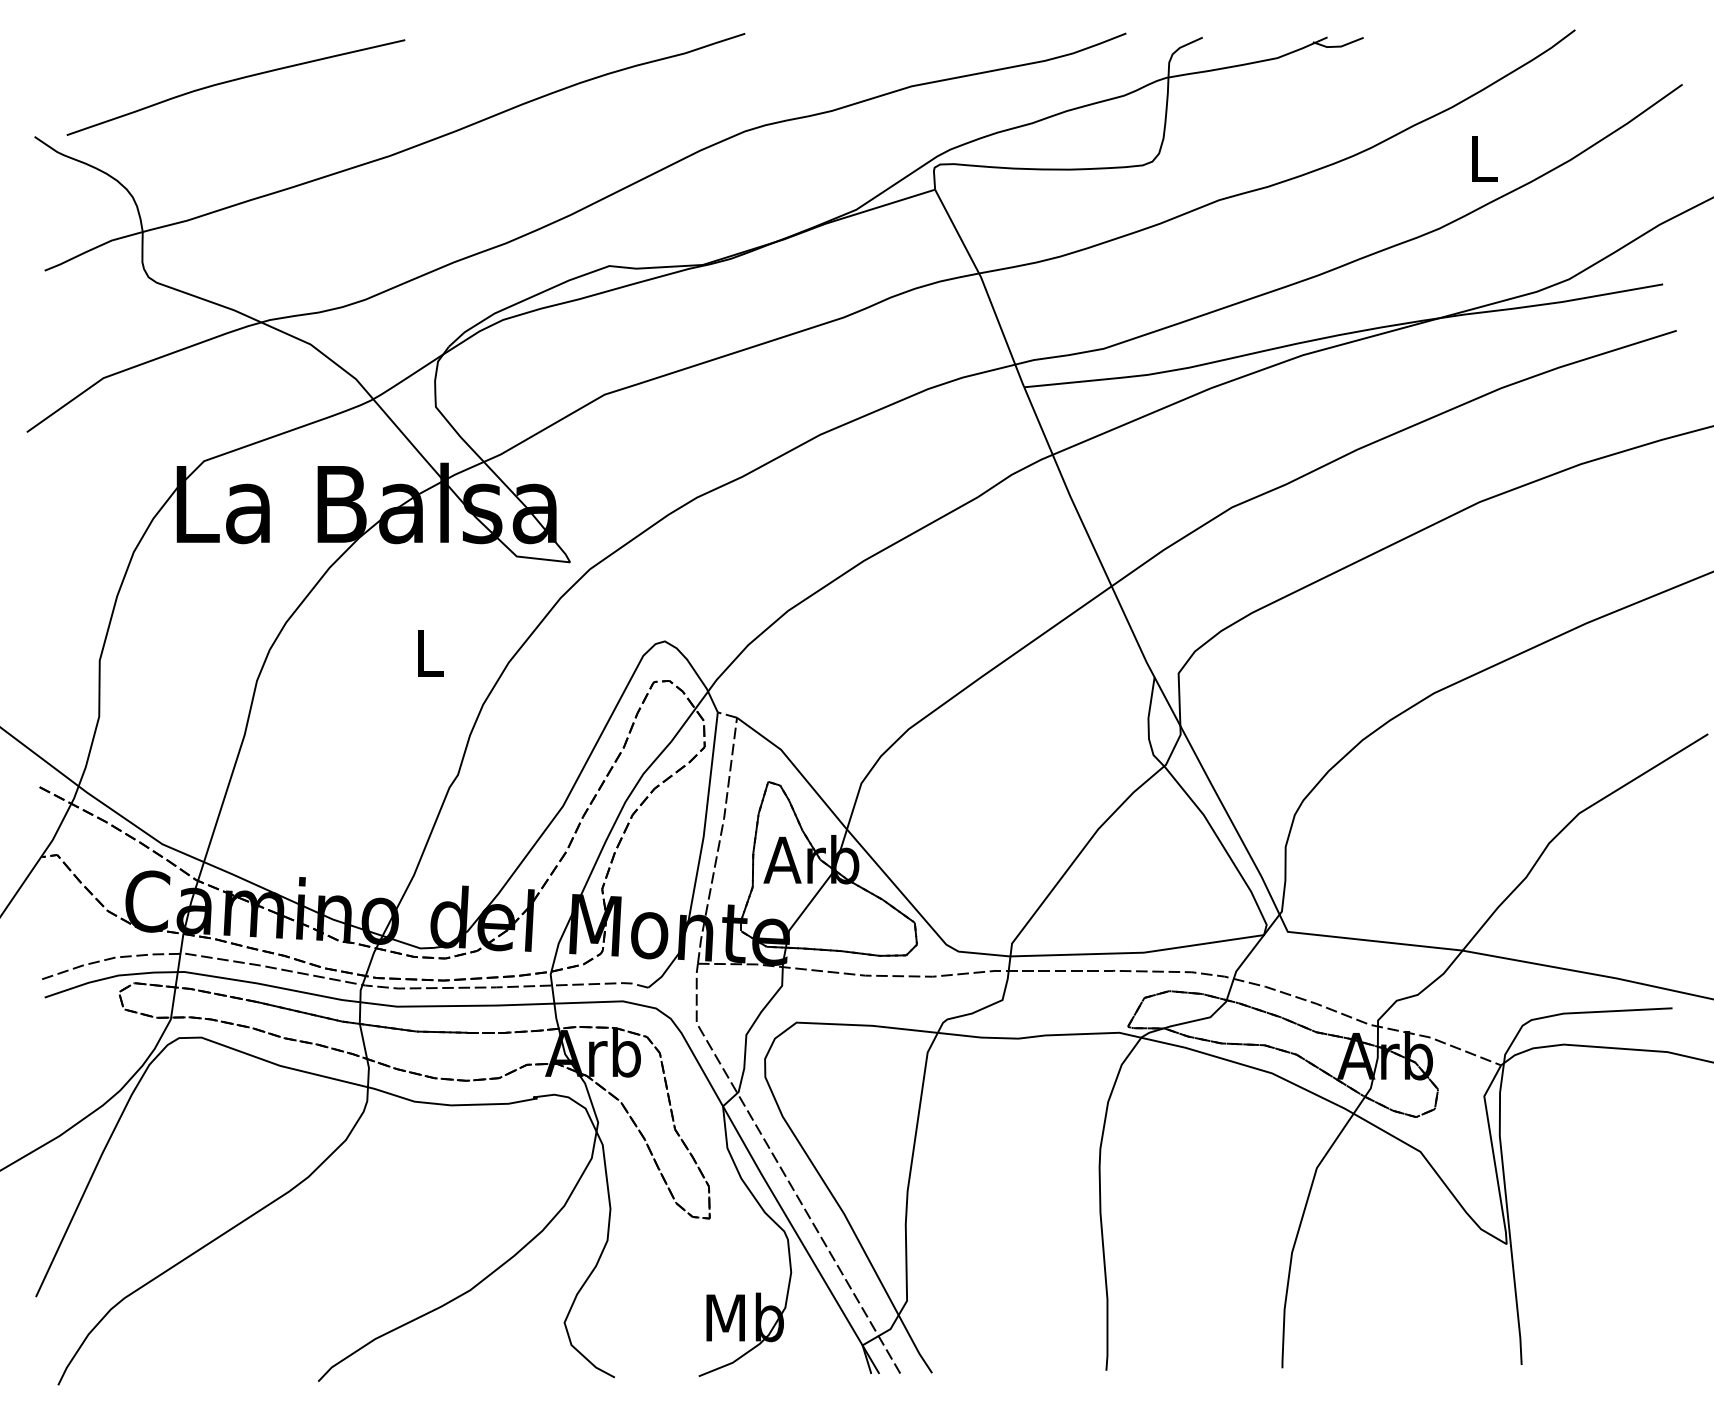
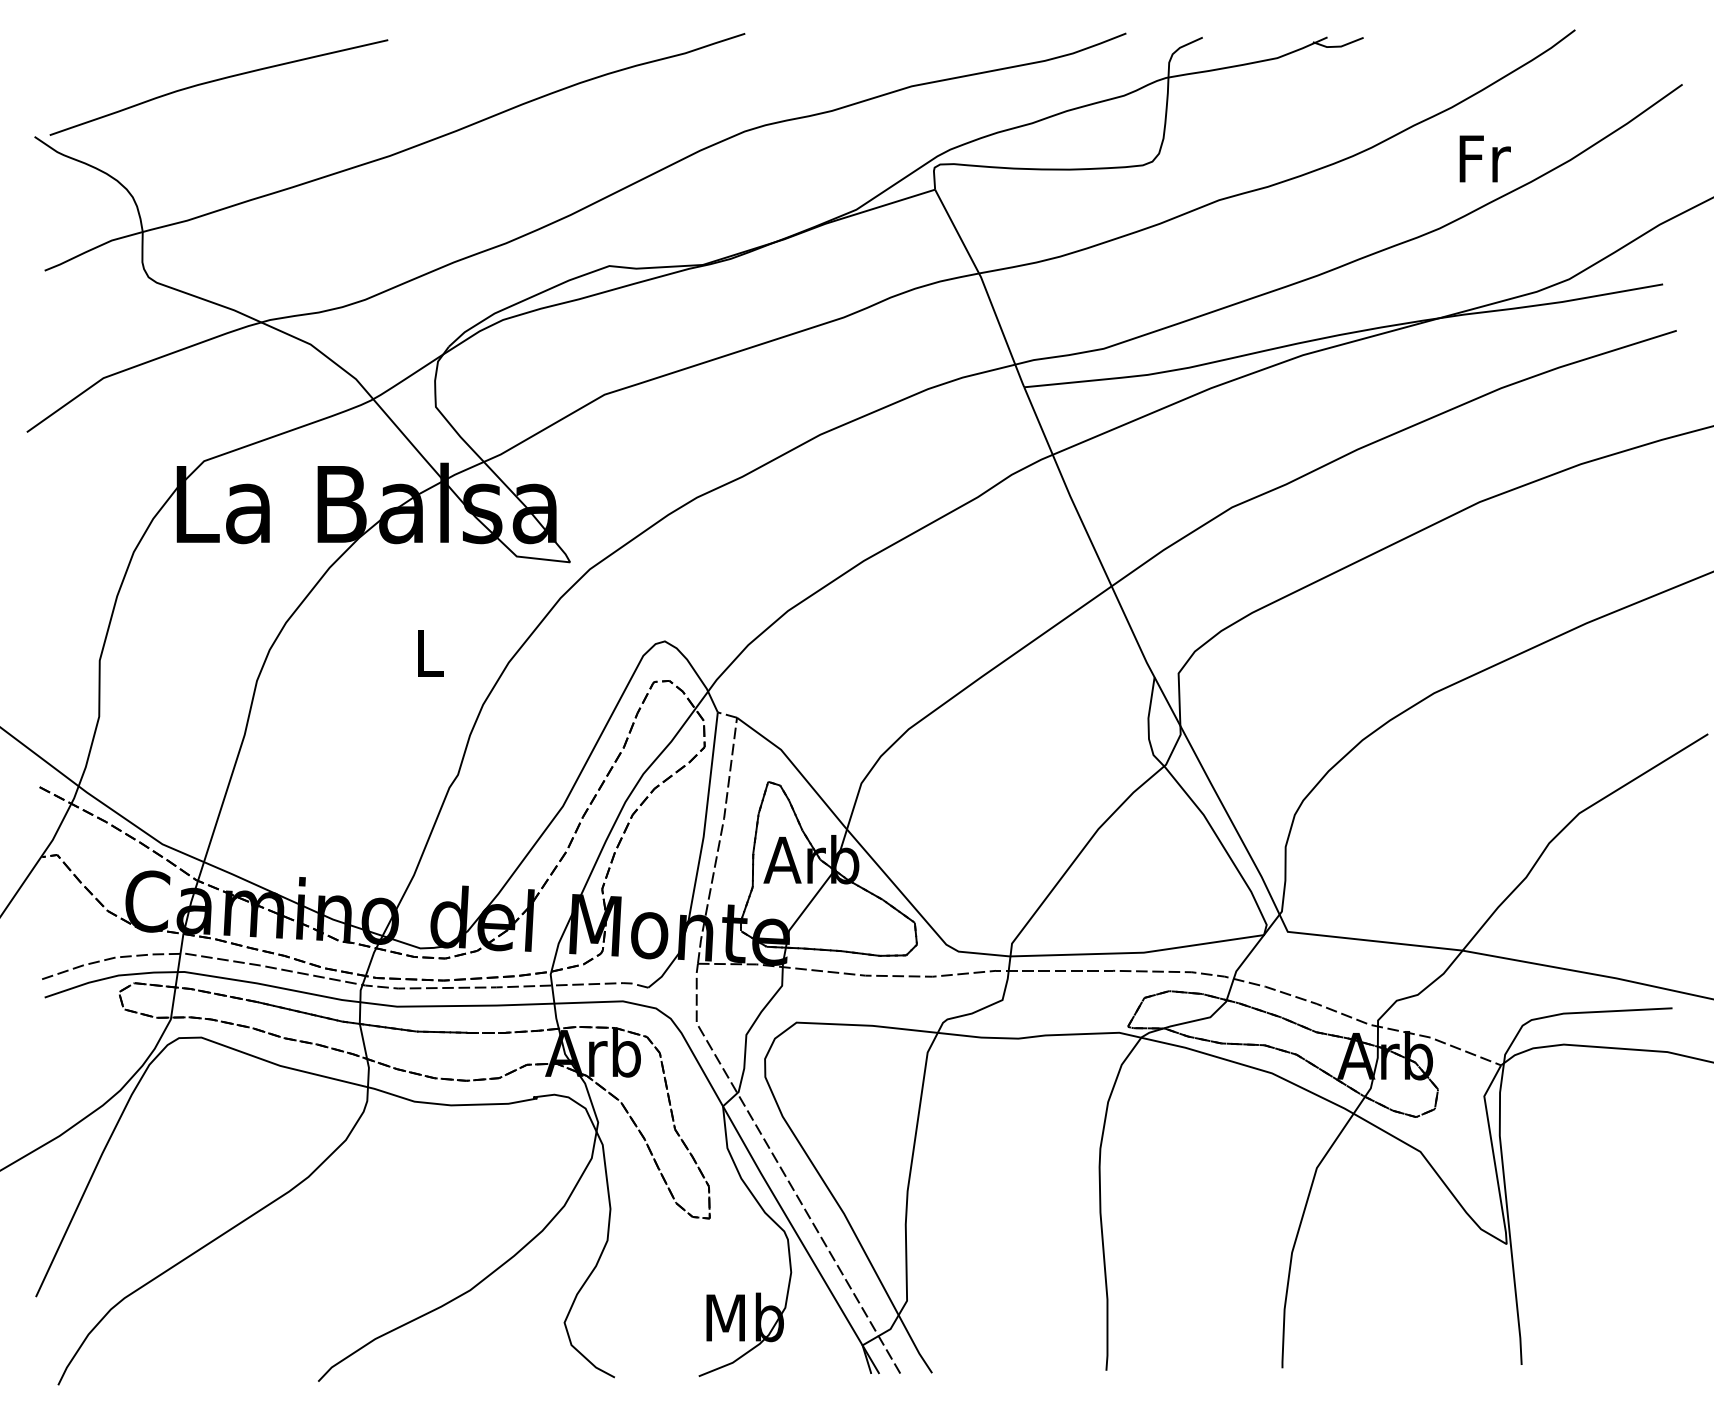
curve at (233, 81) position: (233, 81) -> (216, 81)
text at (1484, 158): L -> Fr
